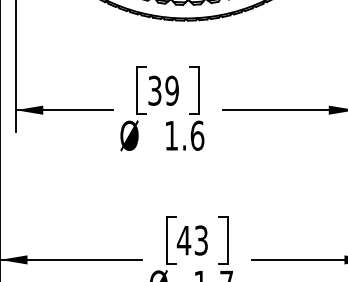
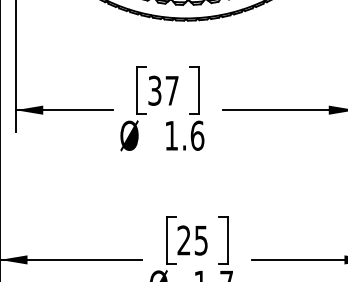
text at (171, 90): 39 -> 37
text at (191, 240): 43 -> 25
